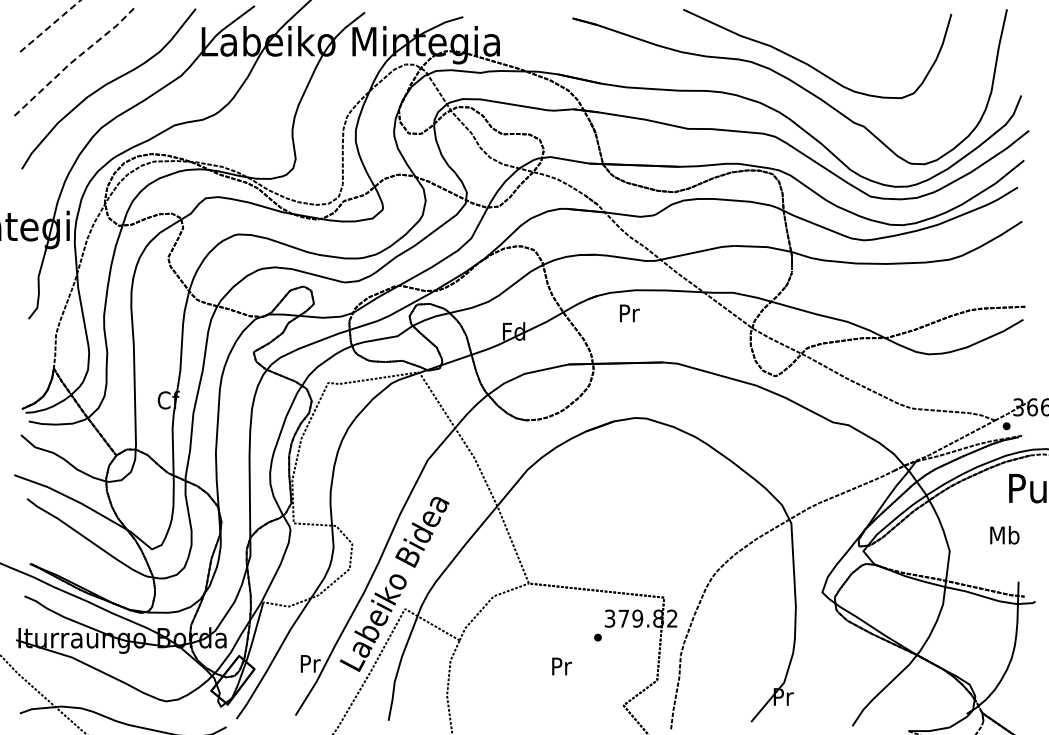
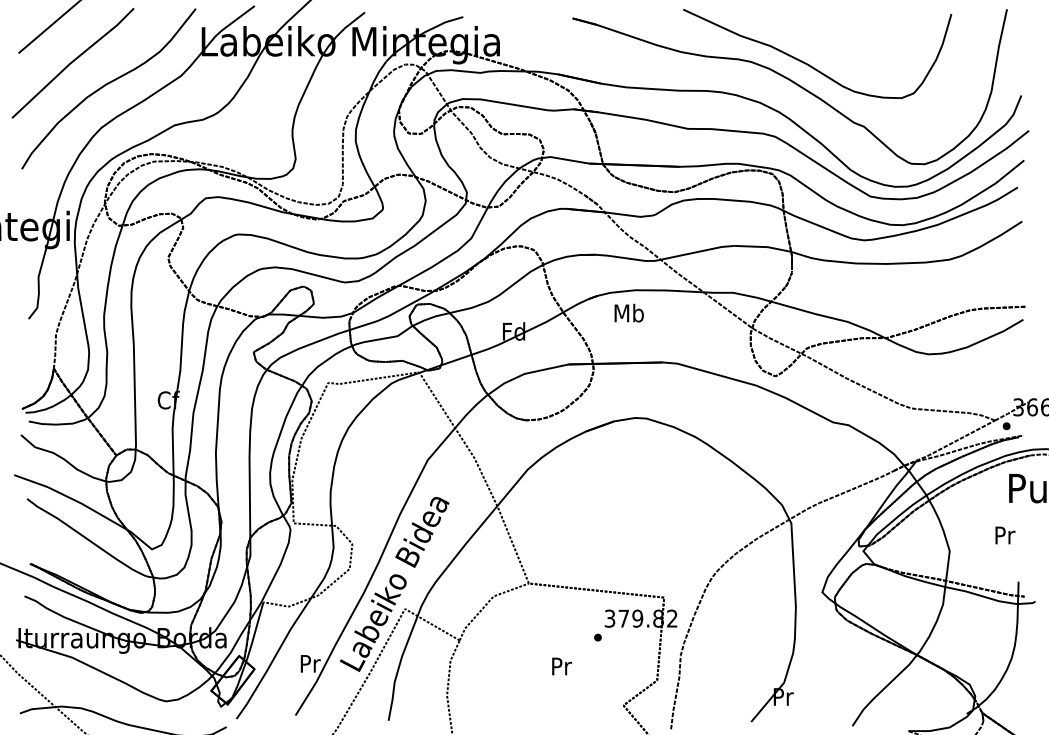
line at (49, 27): dashed -> solid
line at (71, 62): dashed -> solid
text at (628, 312): Pr -> Mb
text at (1004, 534): Mb -> Pr
